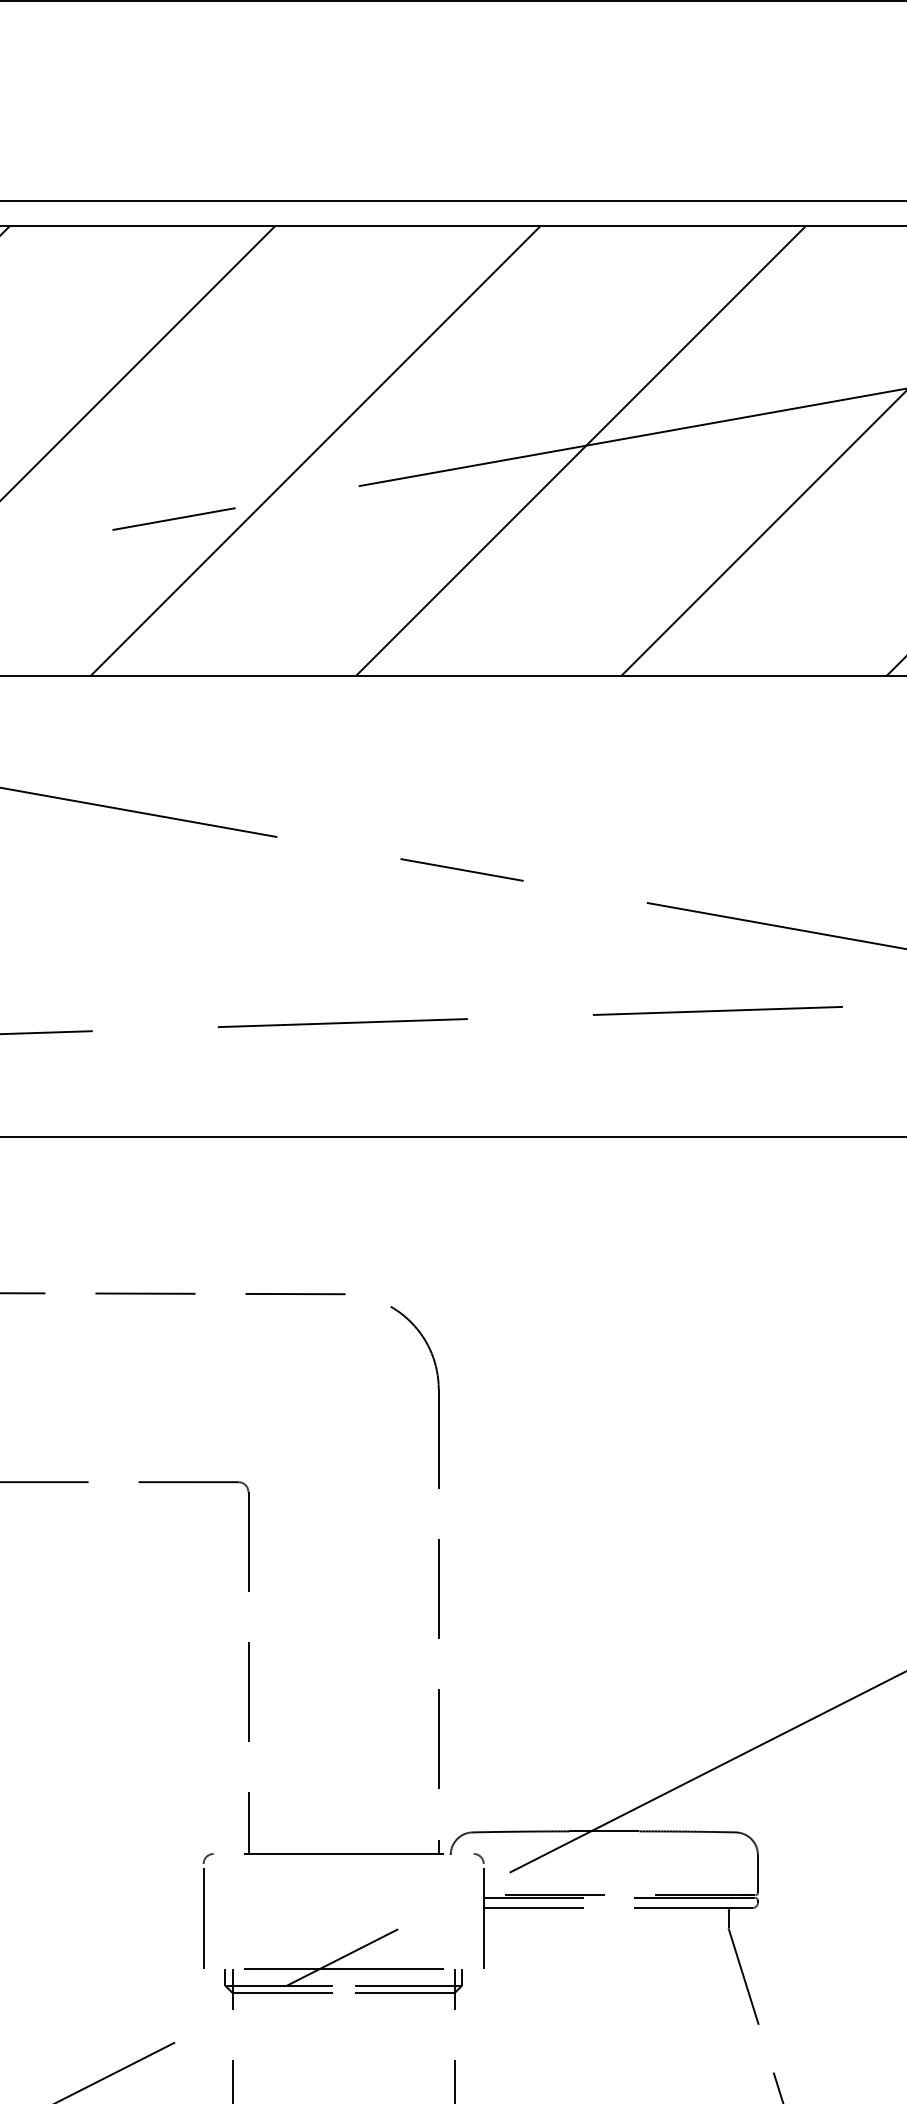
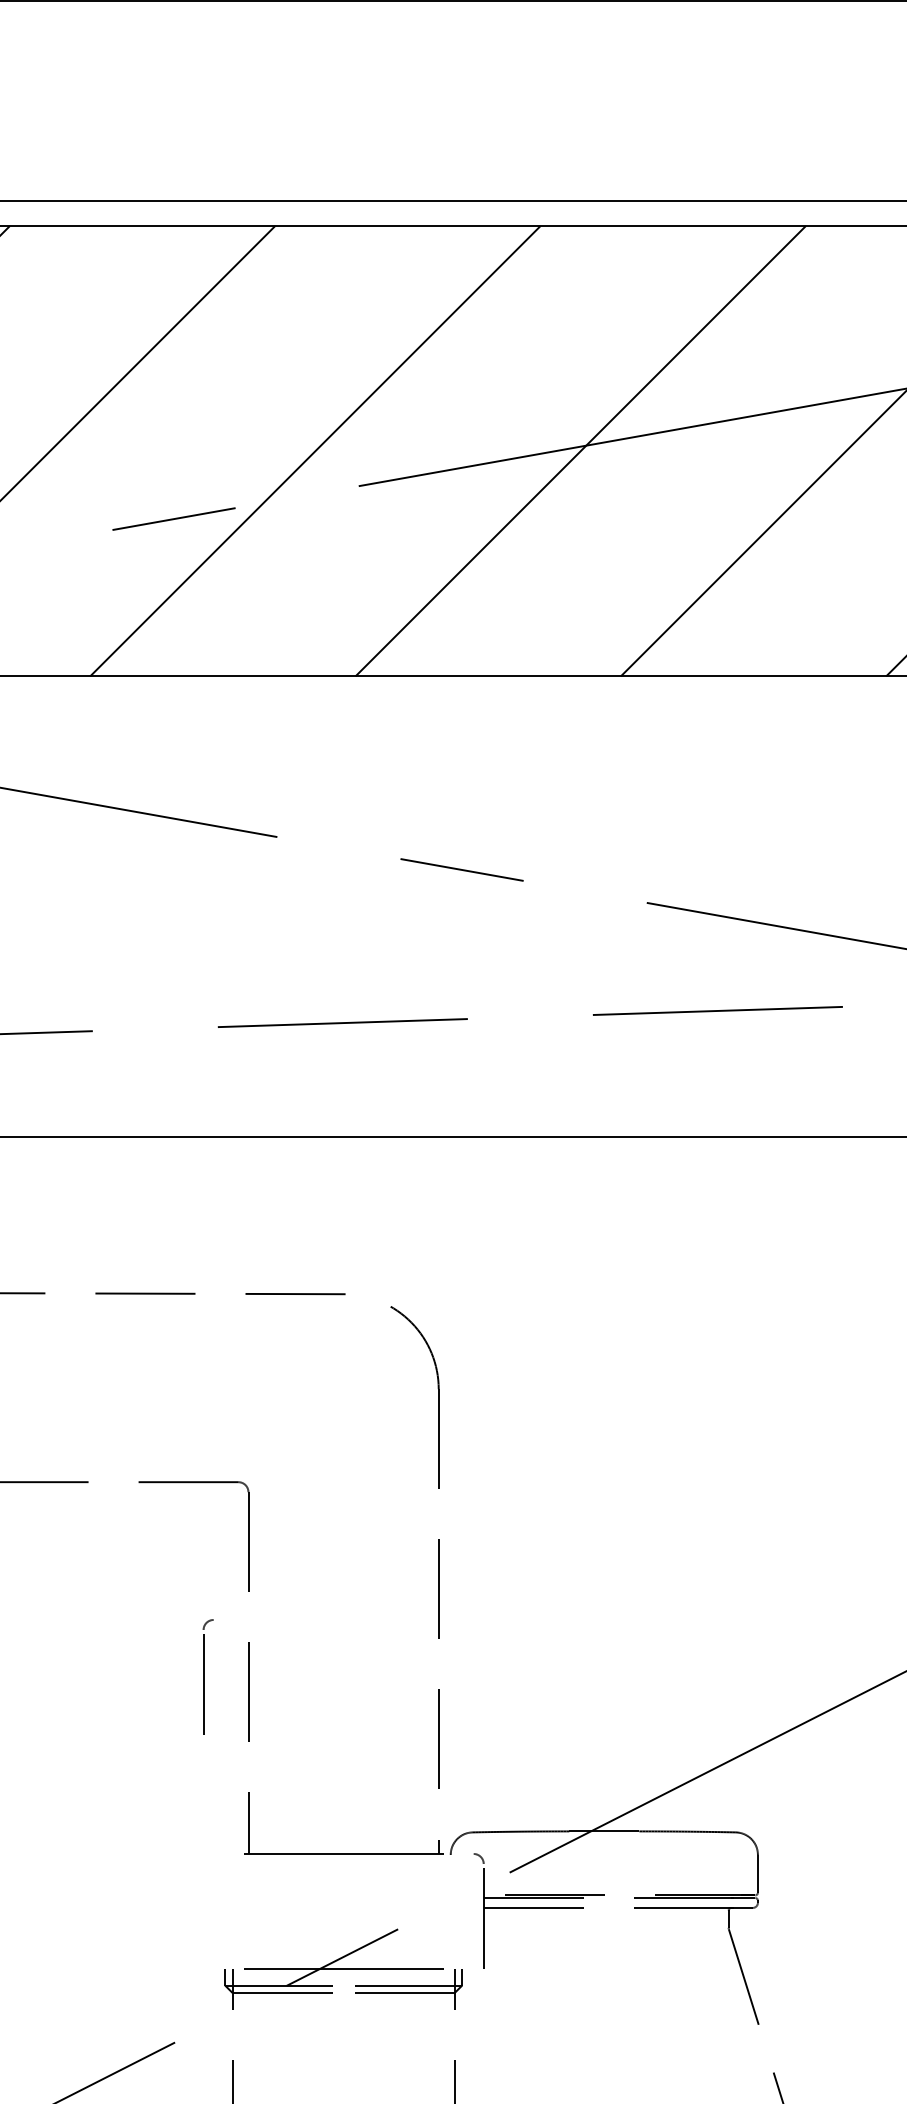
part at (207, 1910) position: (207, 1910) -> (207, 1676)
